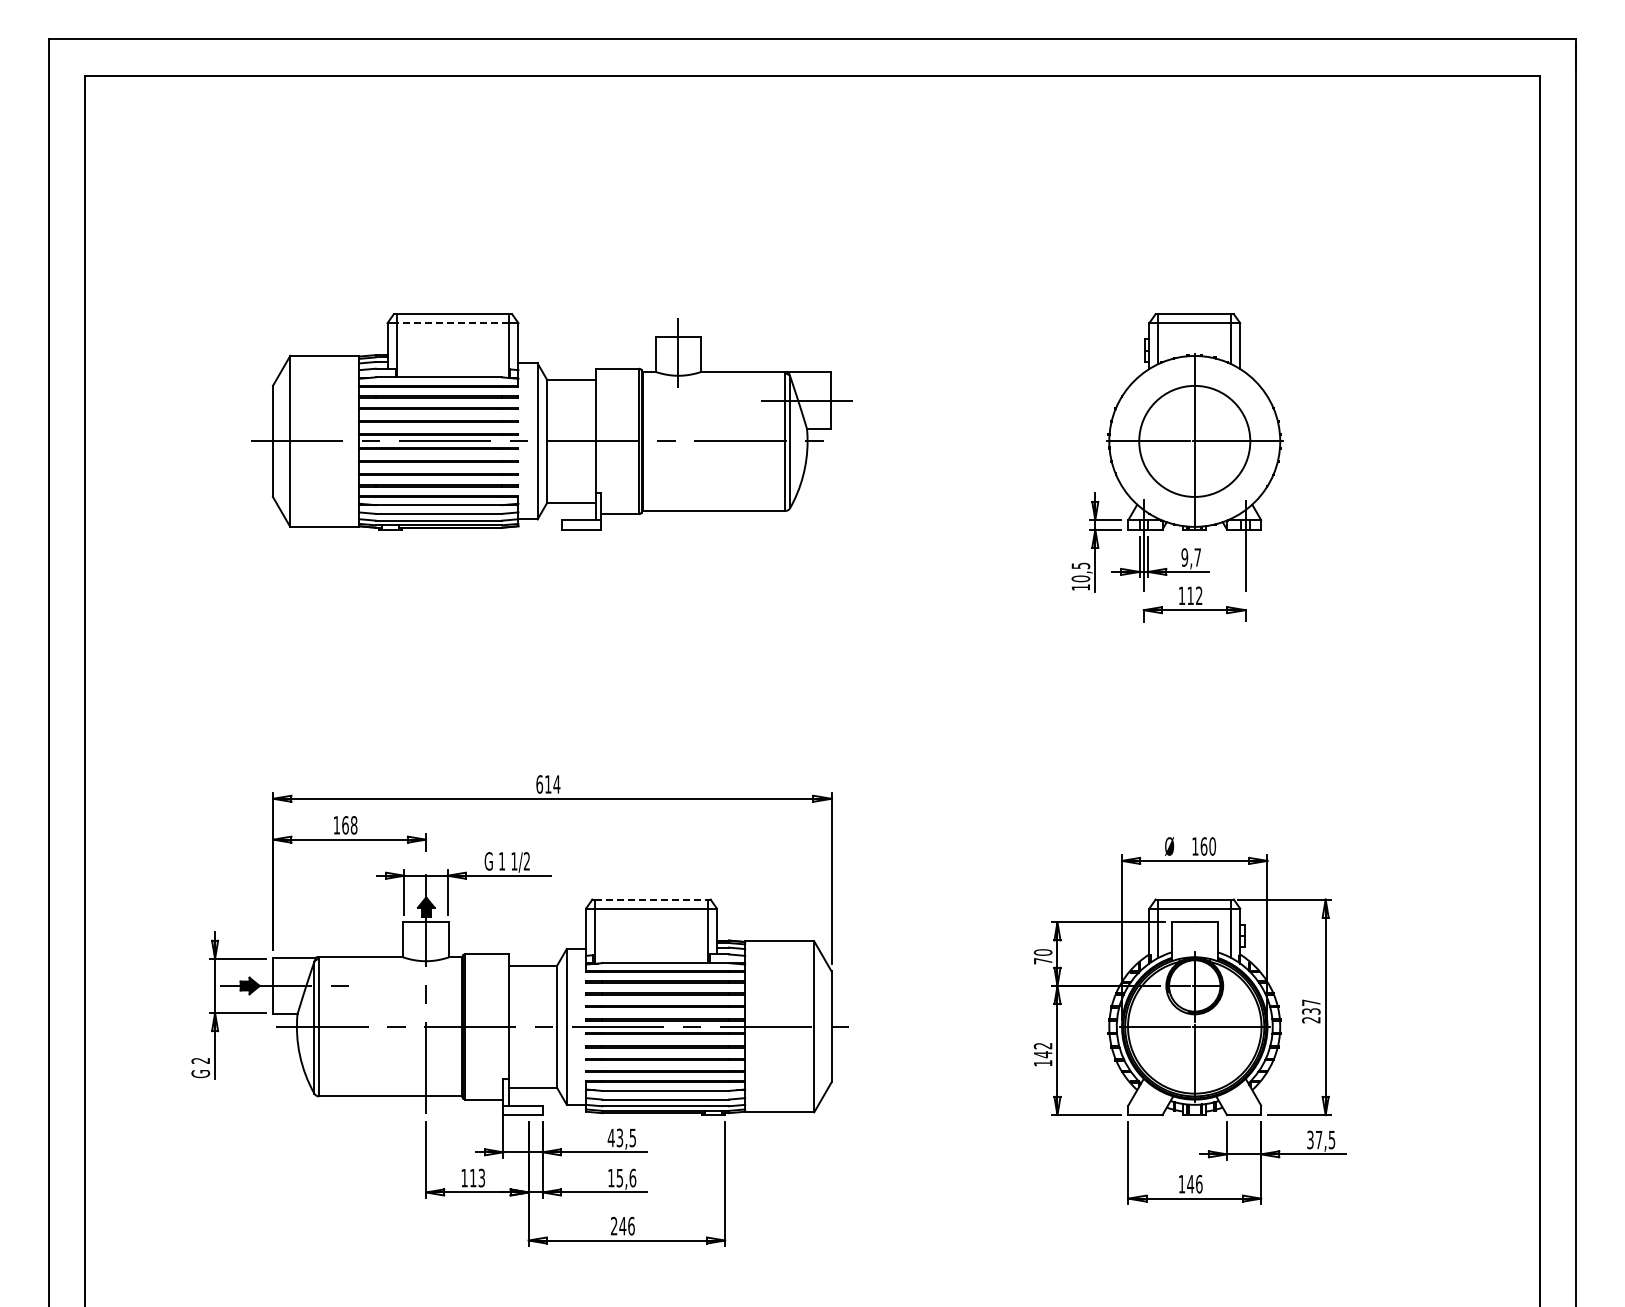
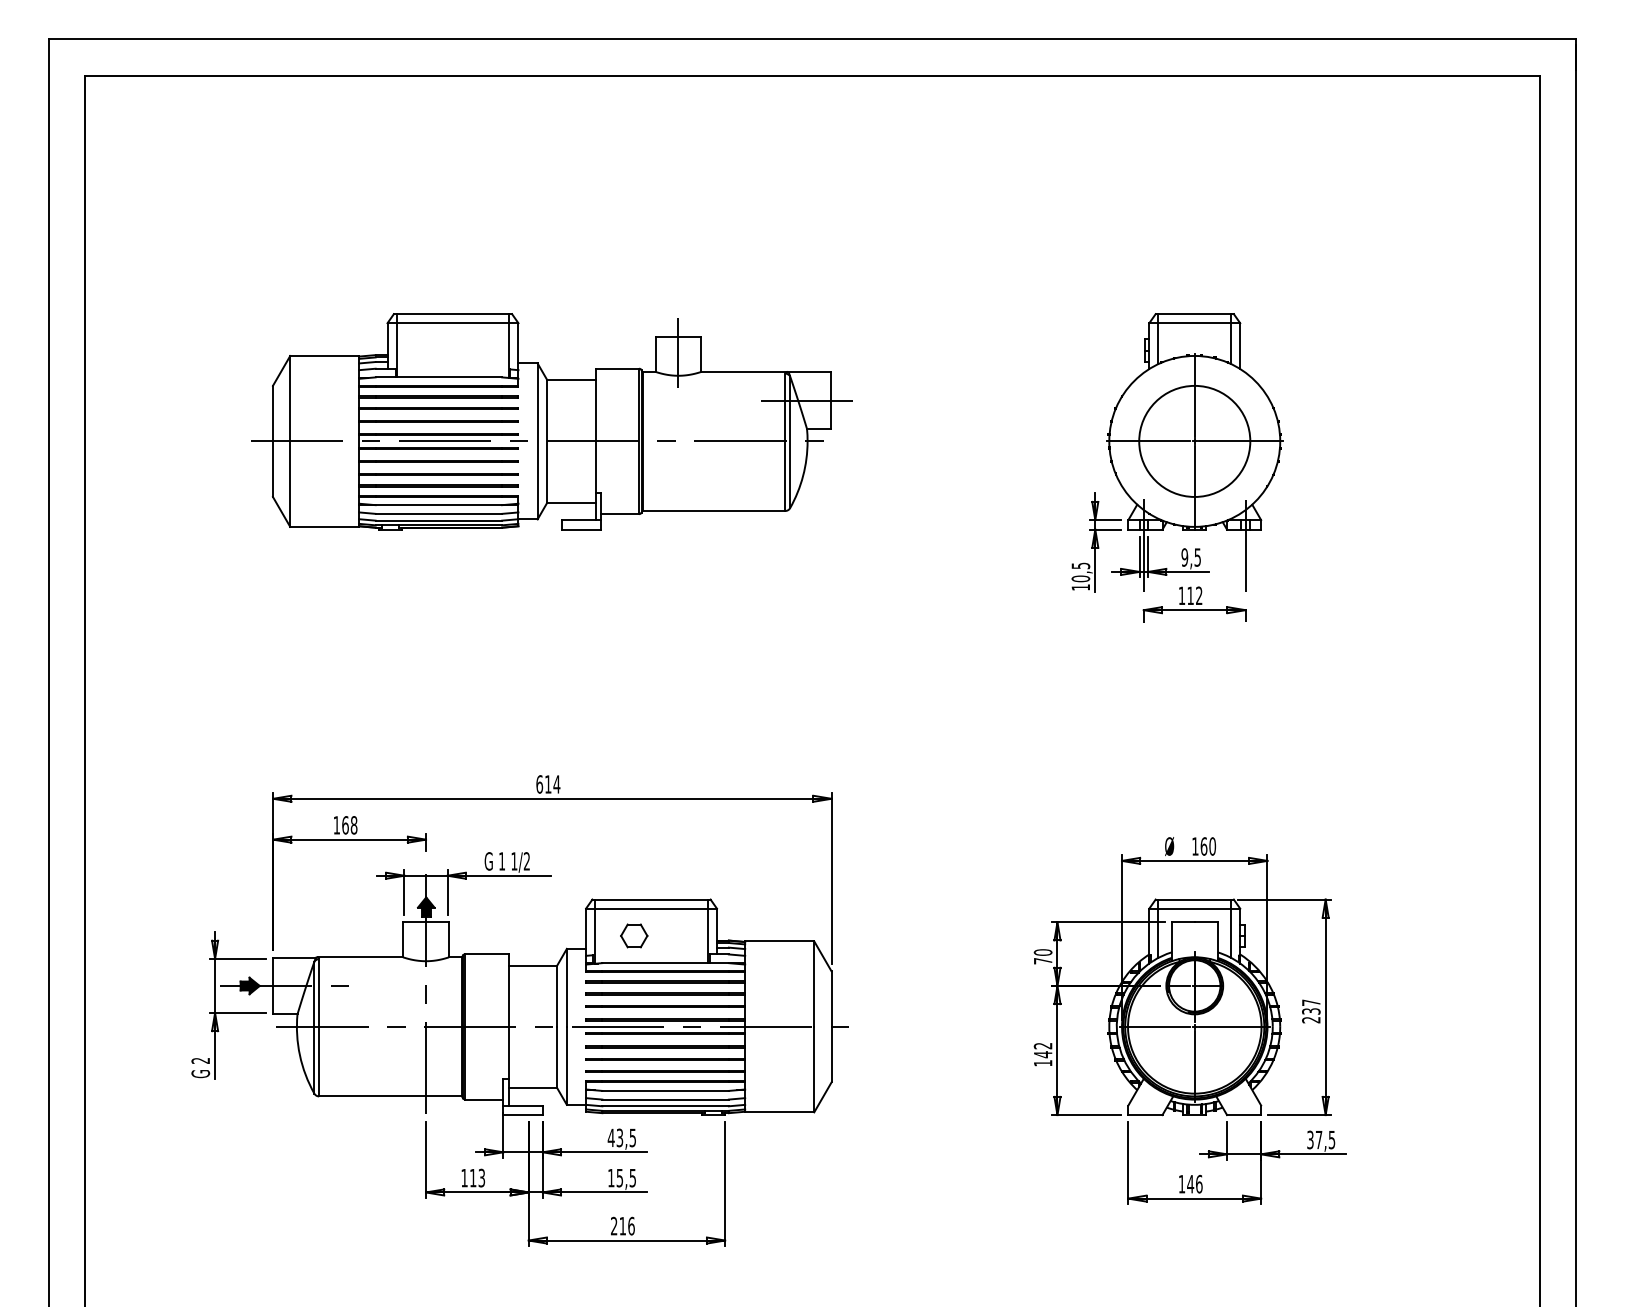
line at (452, 323): dashed -> solid
text at (1197, 557): 9,7 -> 9,5
line at (652, 899): dashed -> solid
part at (634, 935): none -> present
text at (632, 1177): 15,6 -> 15,5
text at (622, 1226): 246 -> 216
